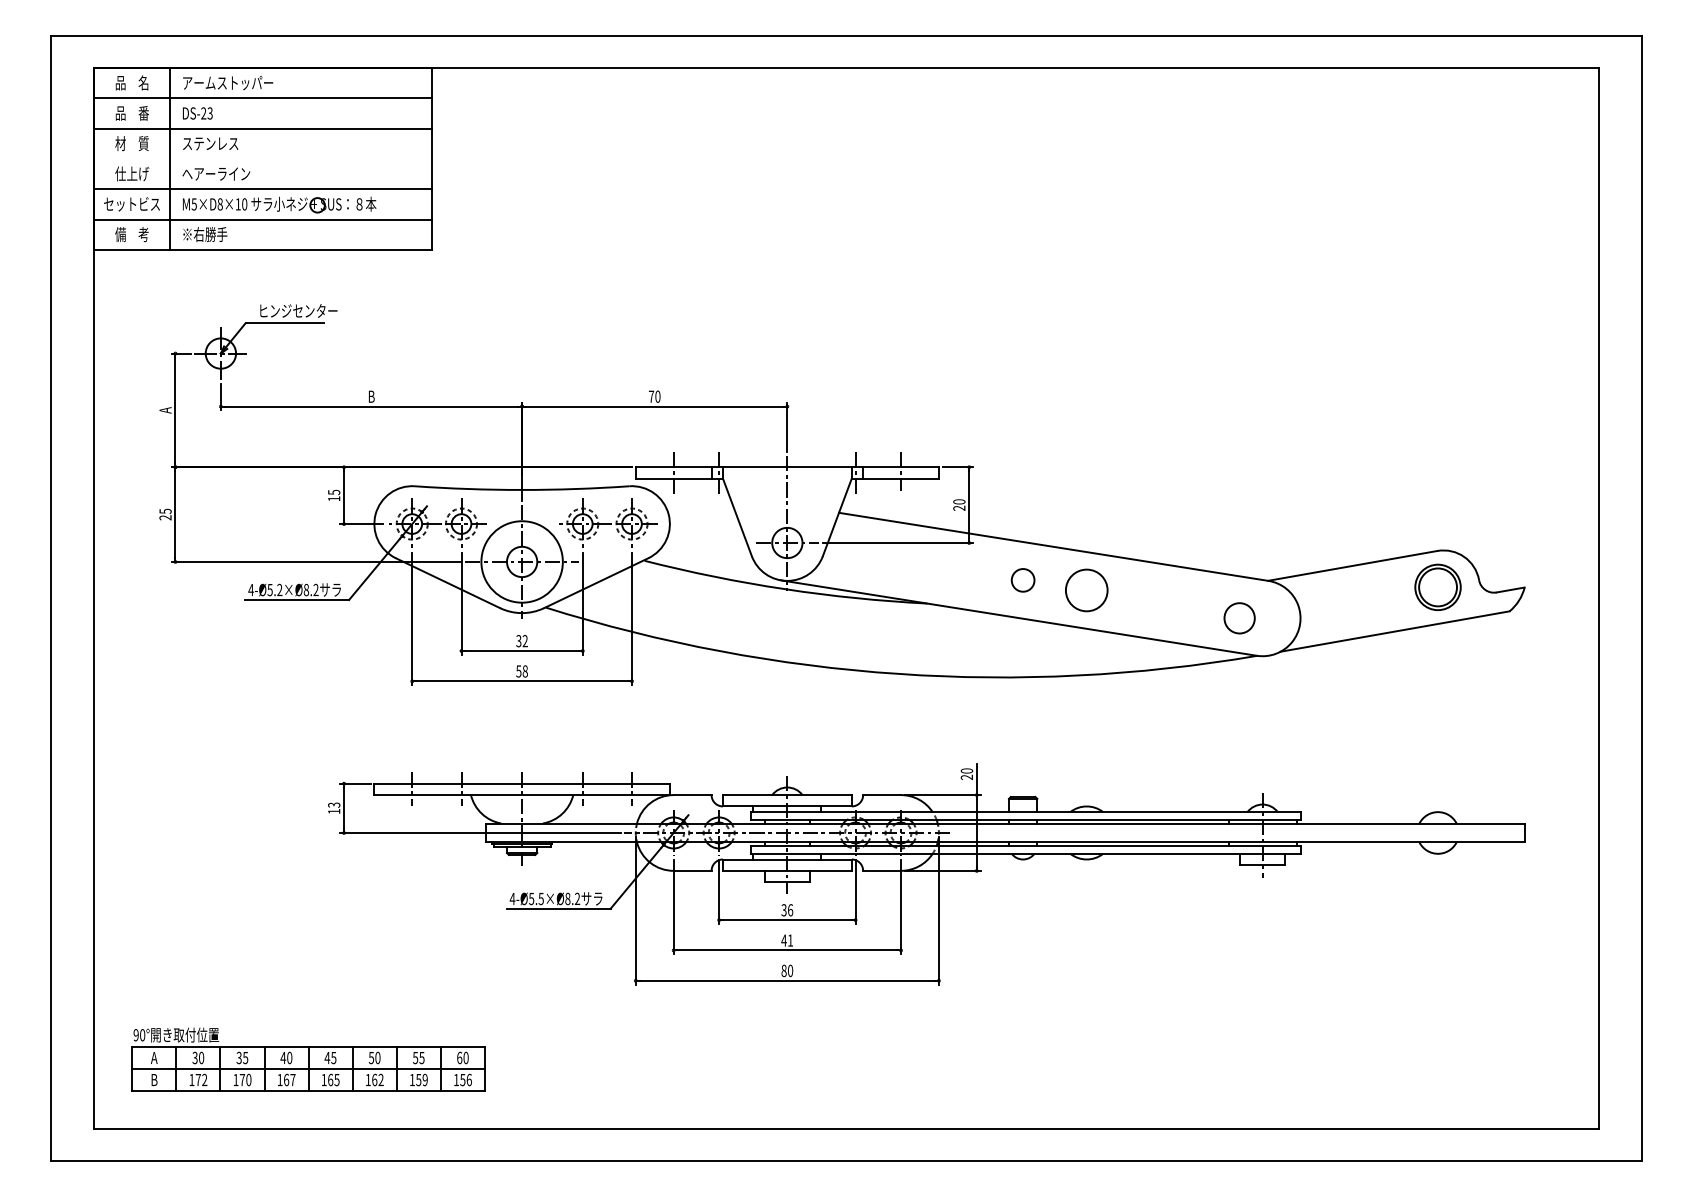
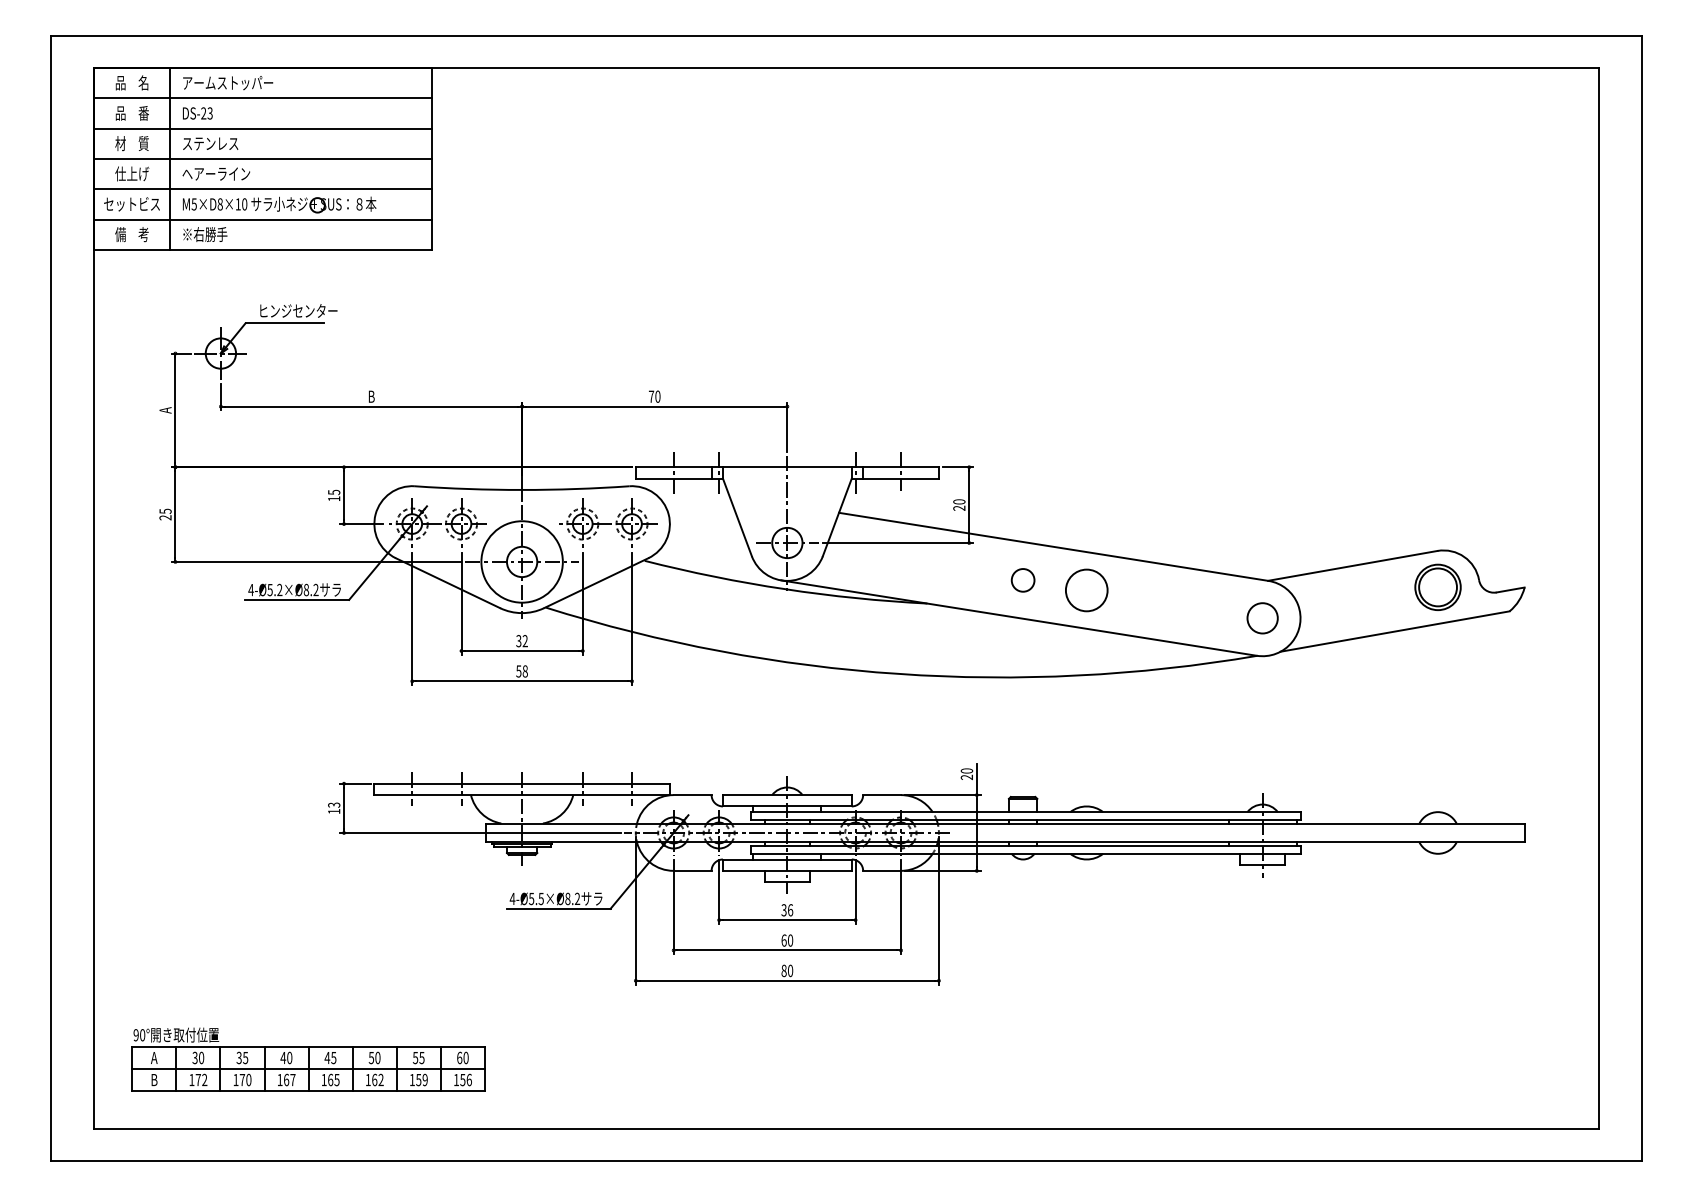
line at (263, 158): none -> present
circle at (1239, 618) position: (1239, 618) -> (1262, 618)
text at (787, 940): 41 -> 60
